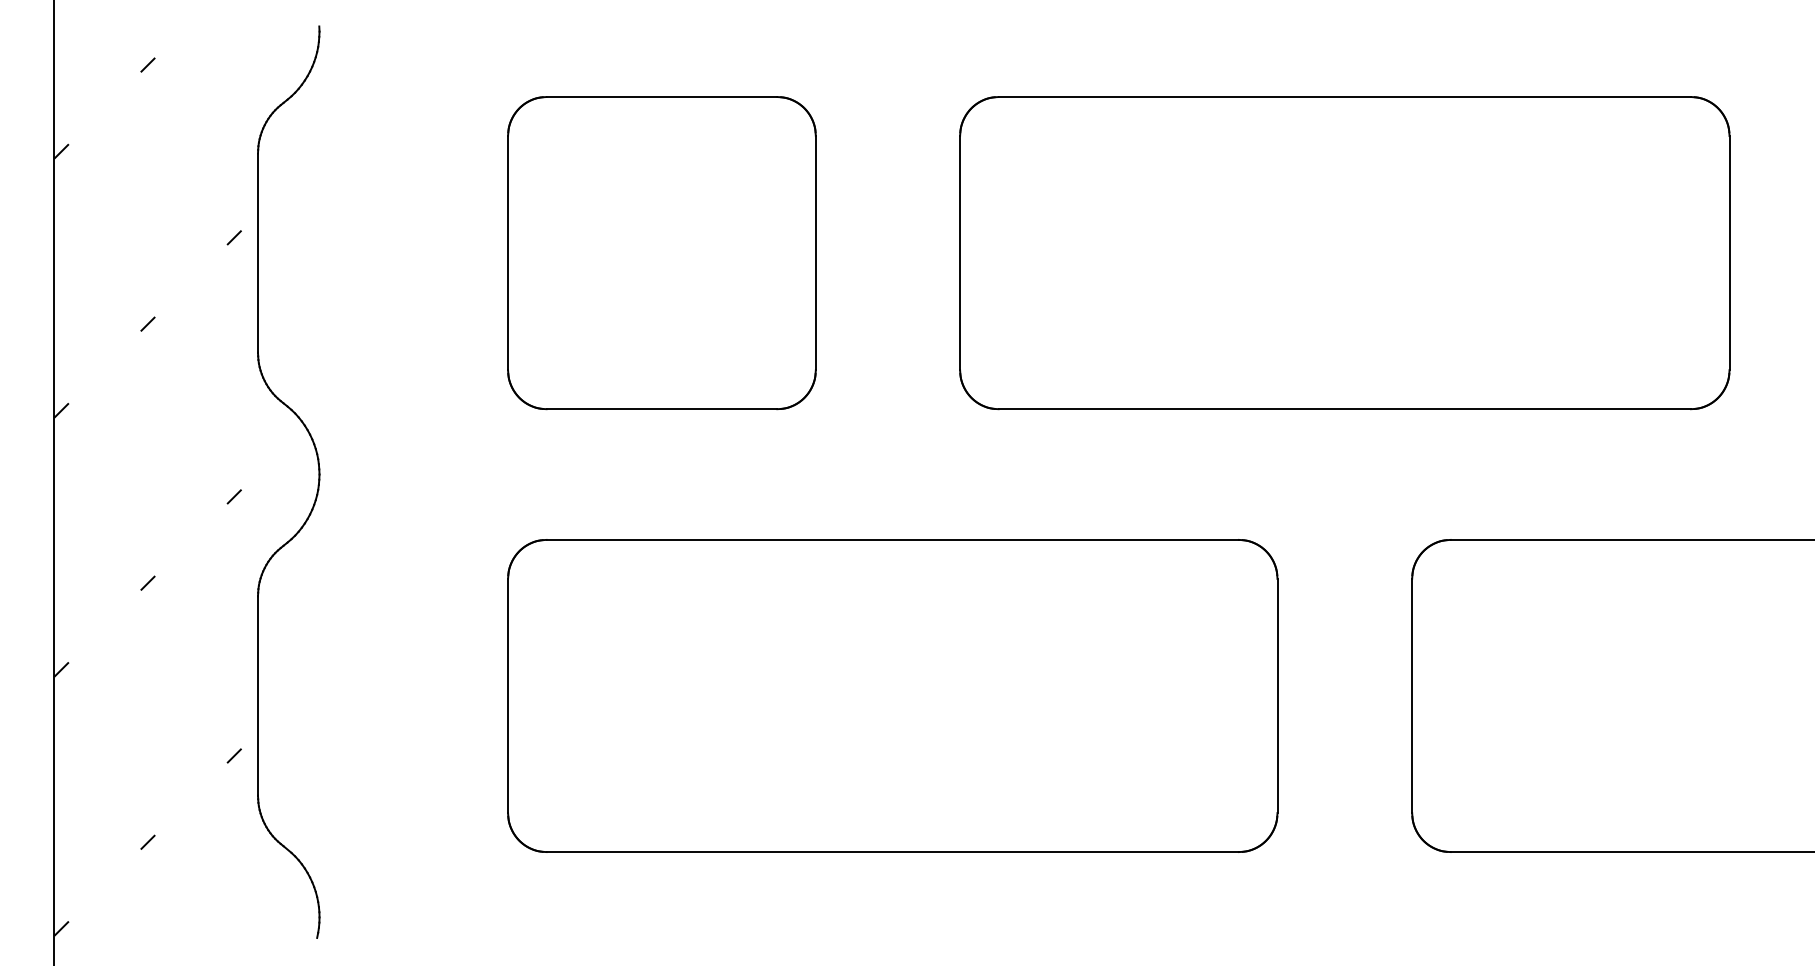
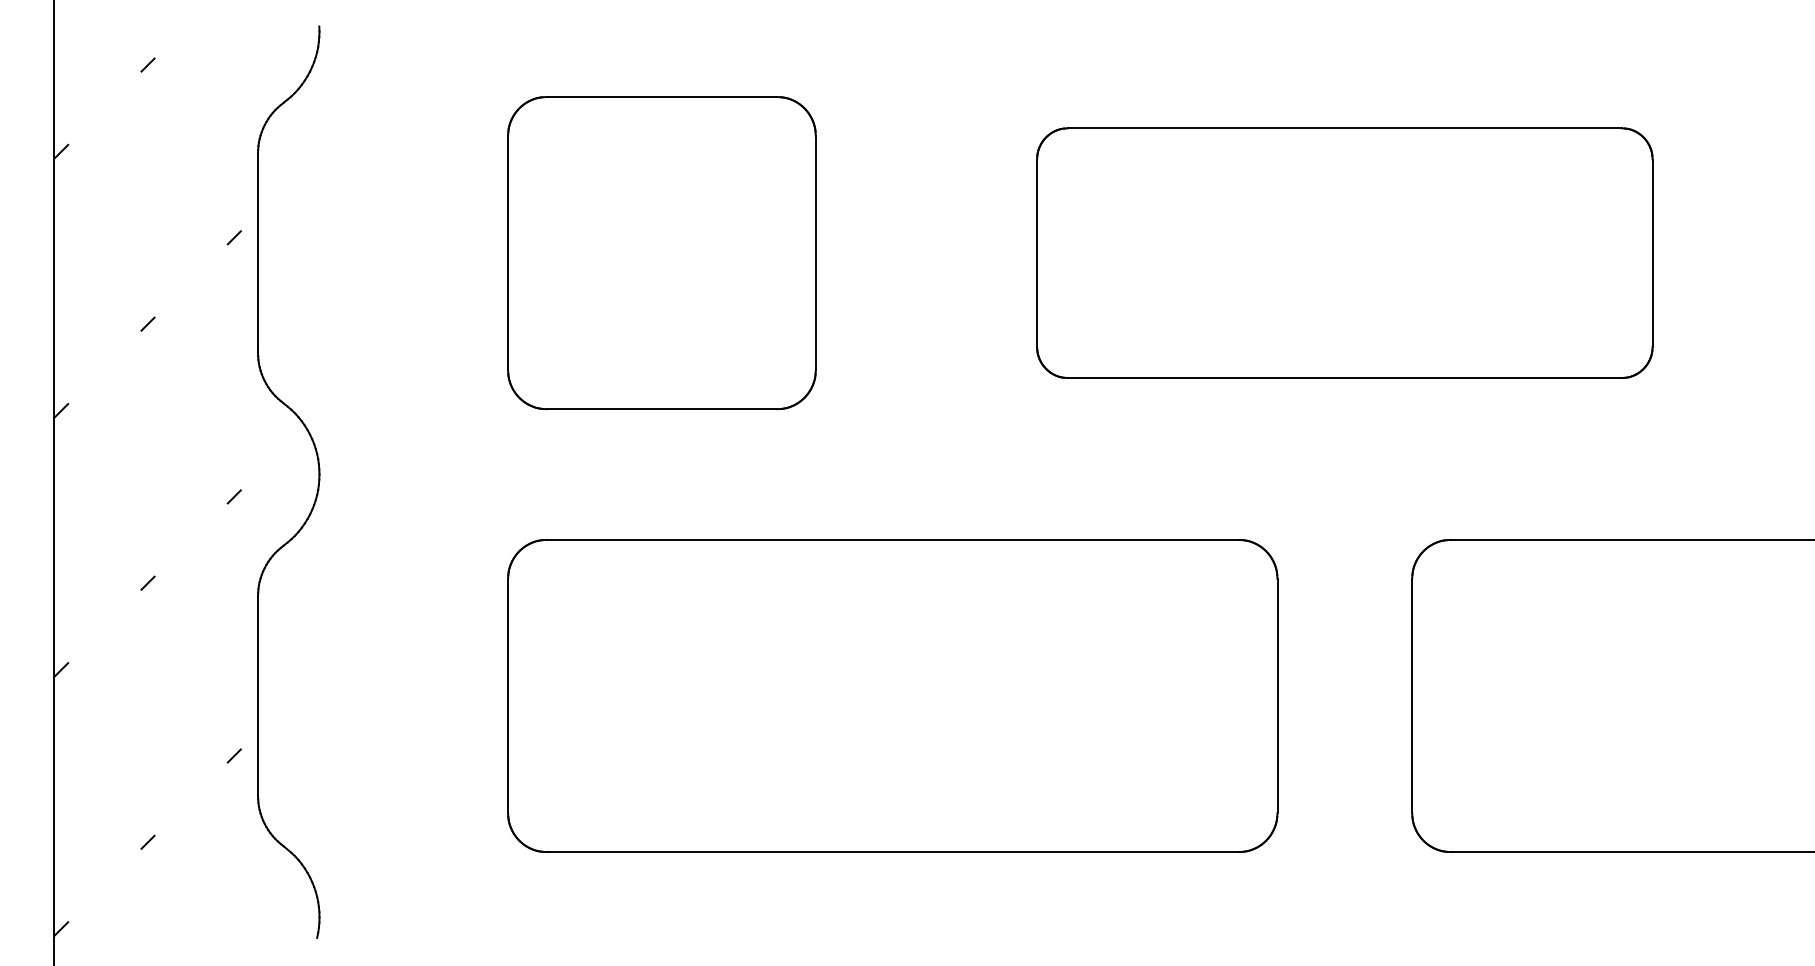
part at (1344, 253) size: 772x315 px -> 618x252 px
